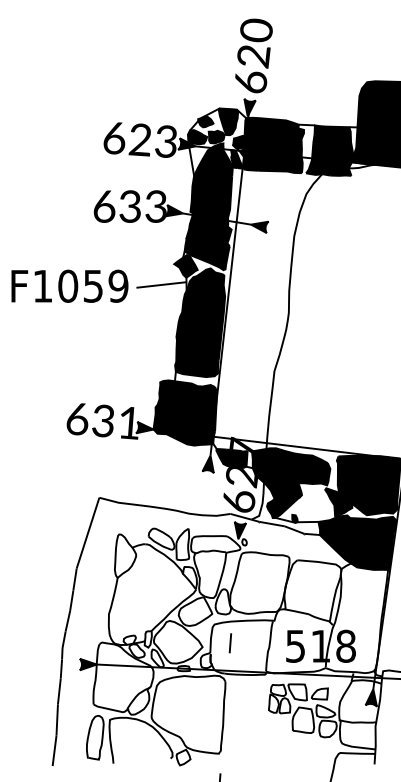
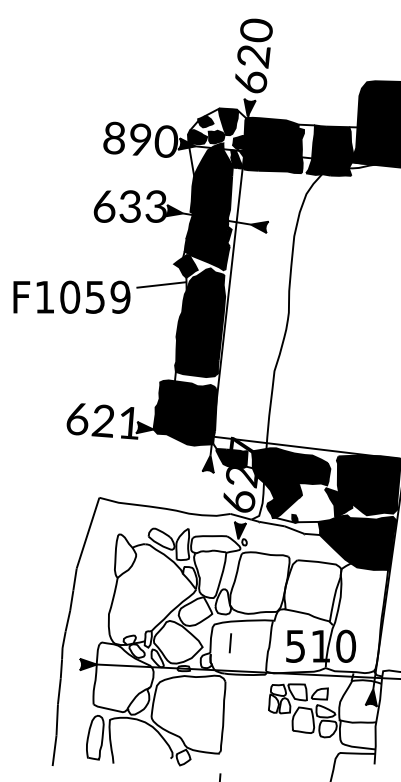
text at (140, 139): 623 -> 890
text at (69, 285) position: (69, 285) -> (71, 296)
text at (102, 421): 631 -> 621
text at (346, 646): 518 -> 510
